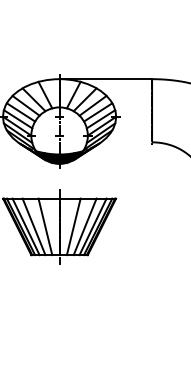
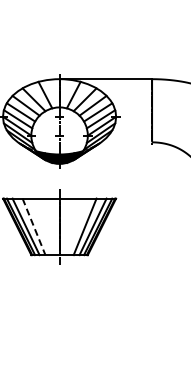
line at (45, 226): present -> none
line at (73, 226): present -> none
line at (34, 227): solid -> dashed
